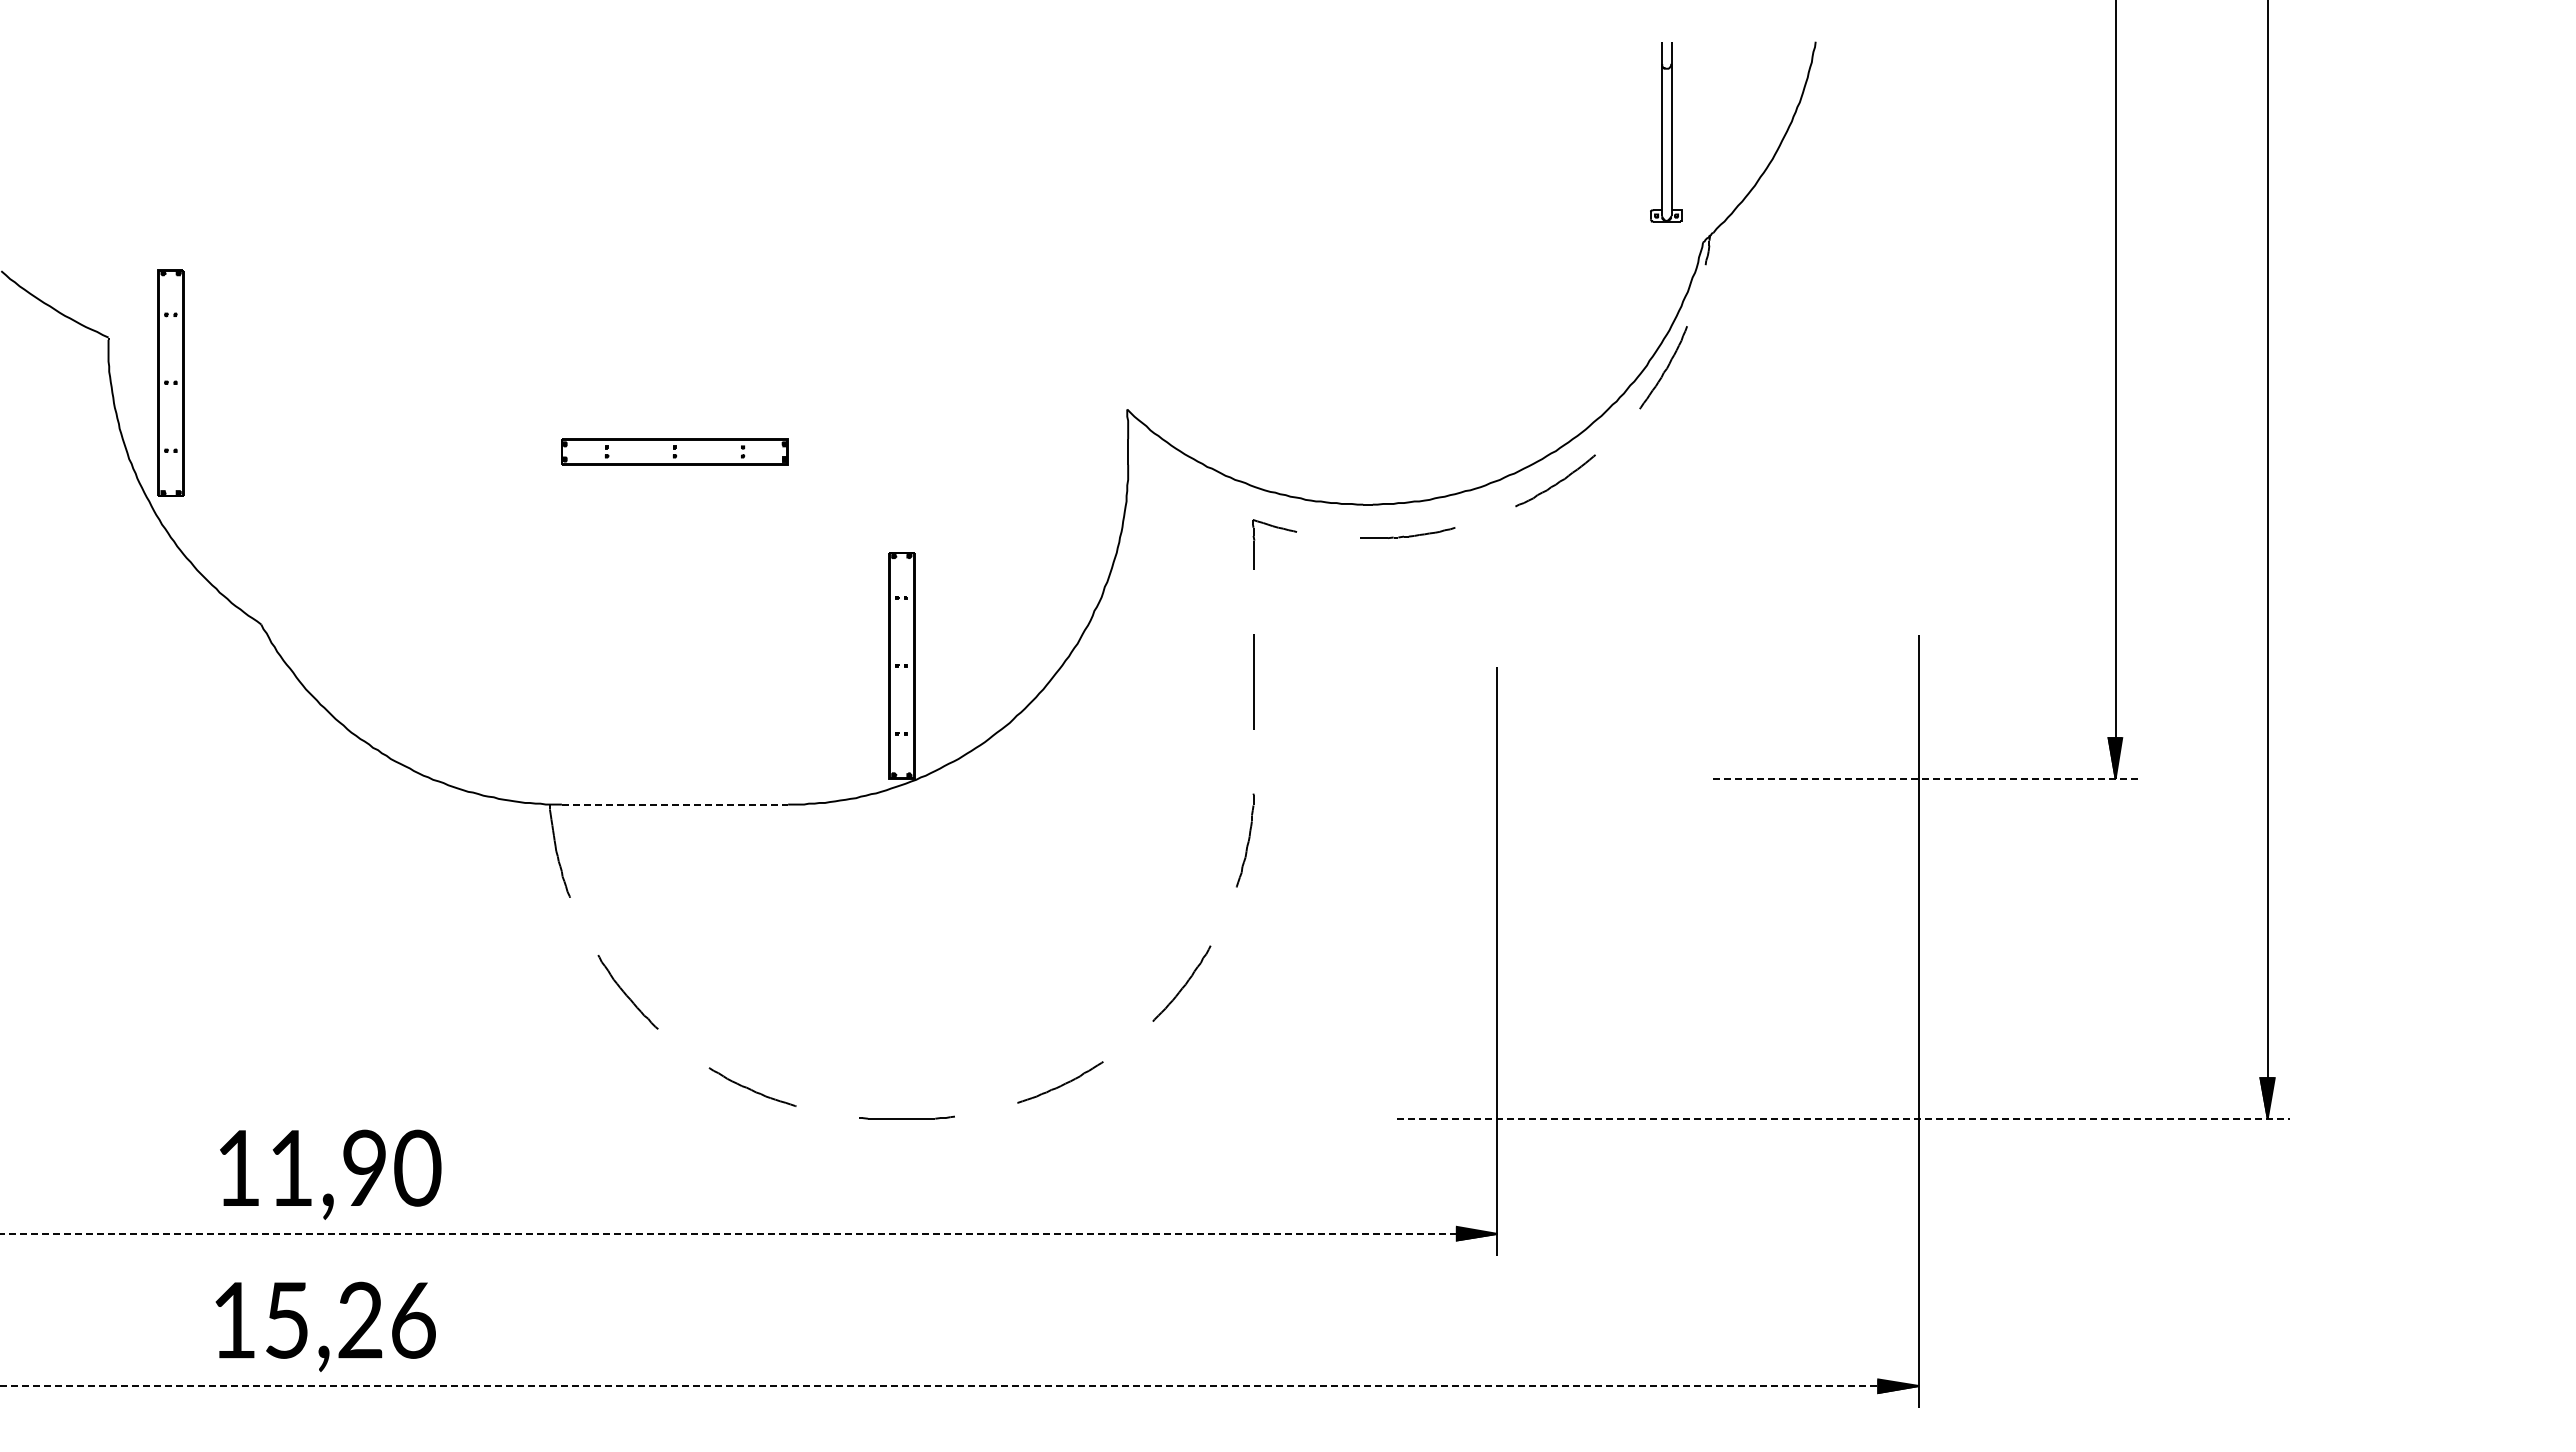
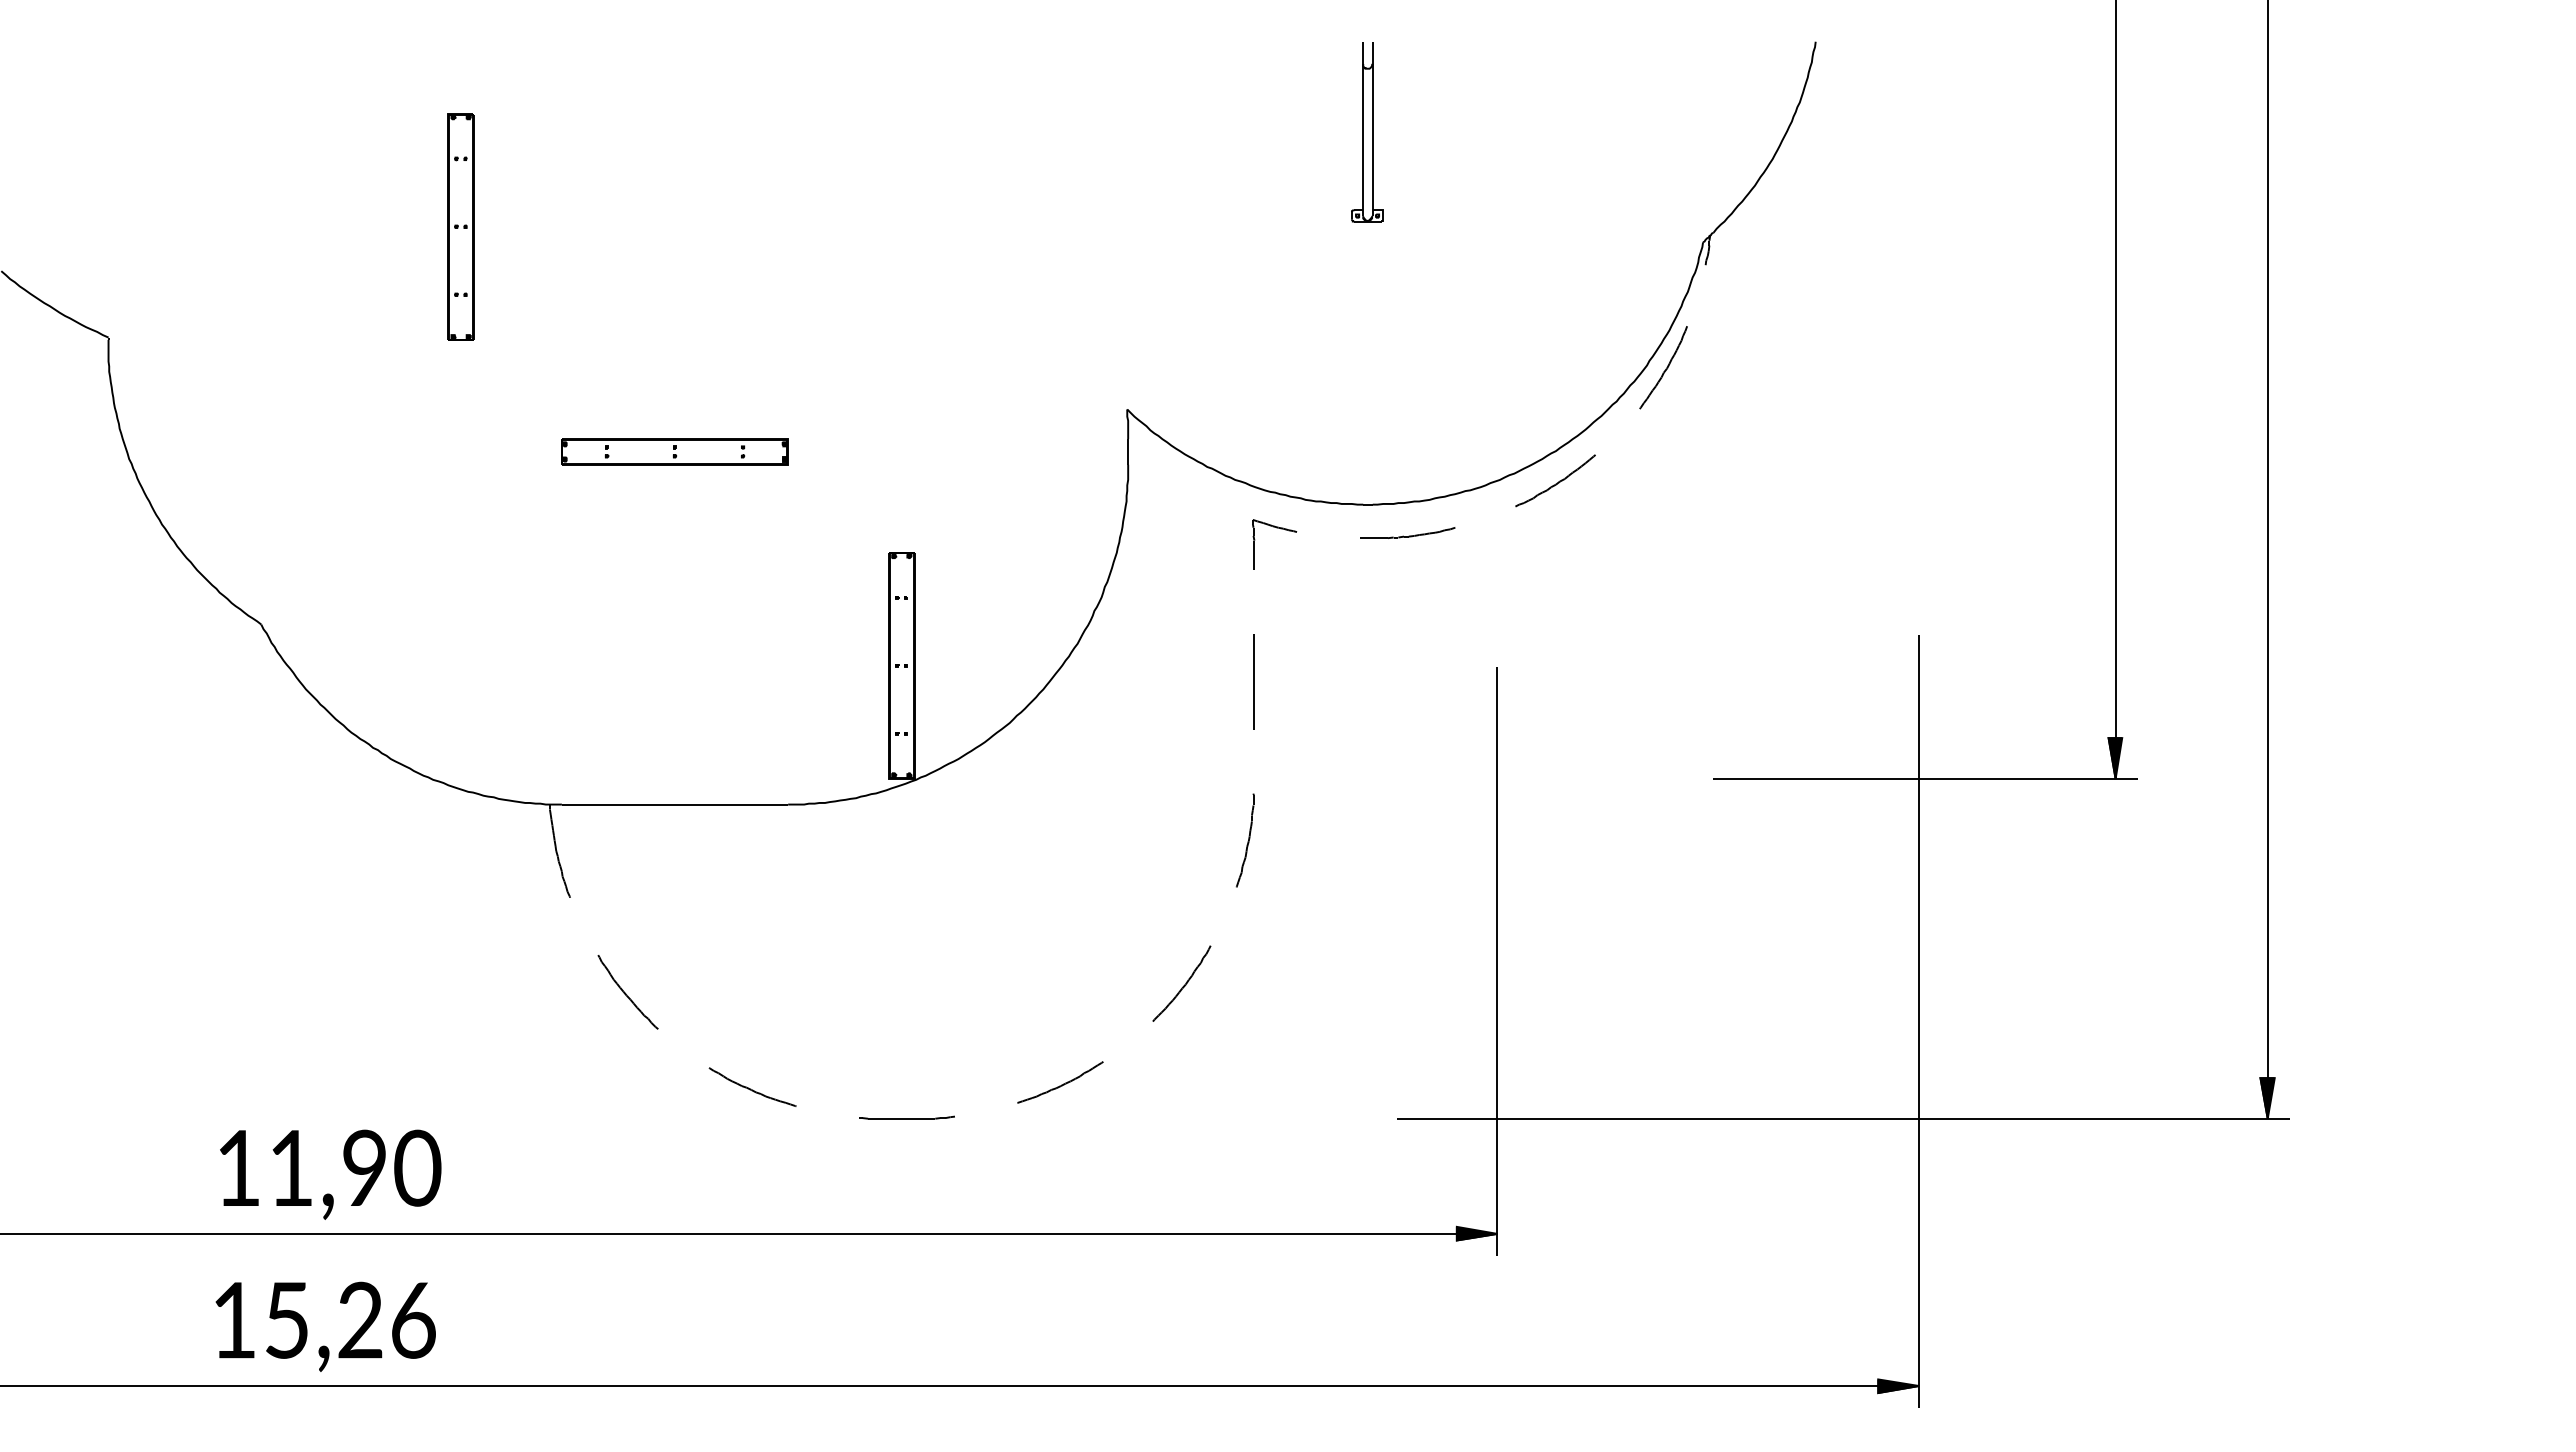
part at (1666, 132) position: (1666, 132) -> (1367, 132)
part at (170, 382) position: (170, 382) -> (460, 226)
line at (1926, 778): dashed -> solid
line at (675, 804): dashed -> solid
line at (1843, 1118): dashed -> solid
line at (749, 1233): dashed -> solid
line at (960, 1386): dashed -> solid
